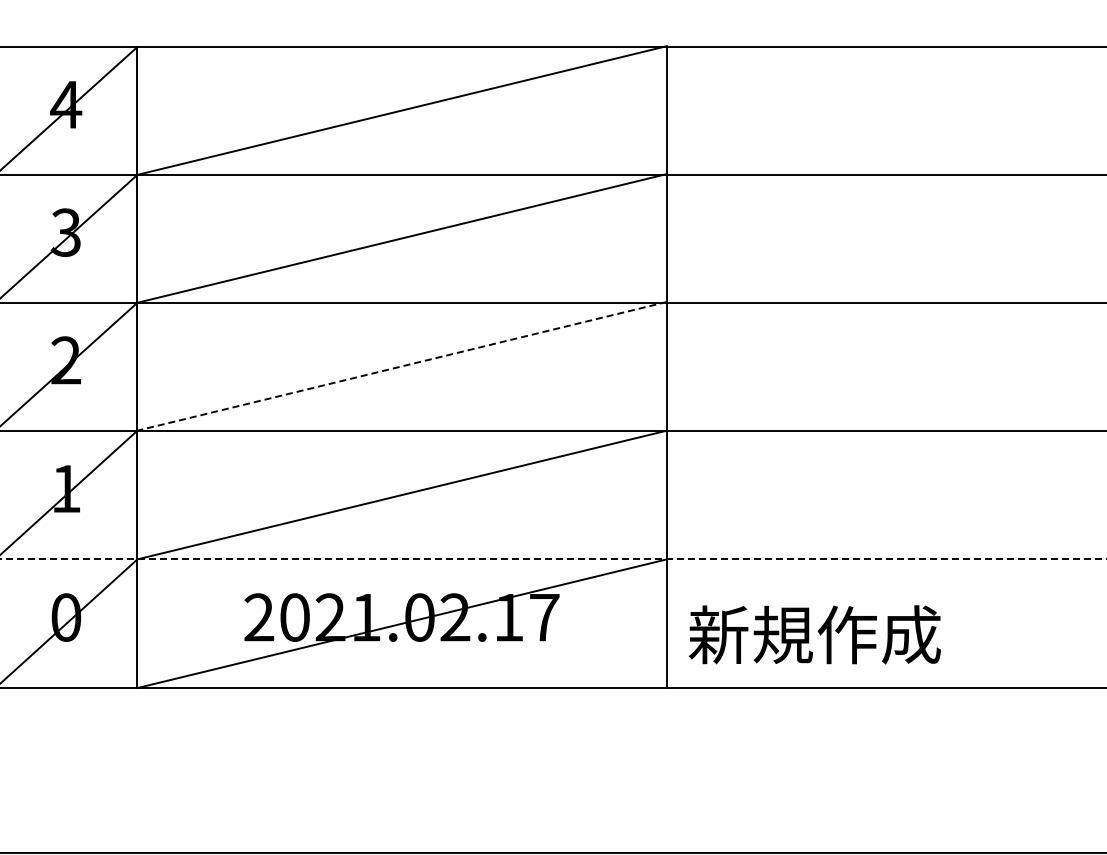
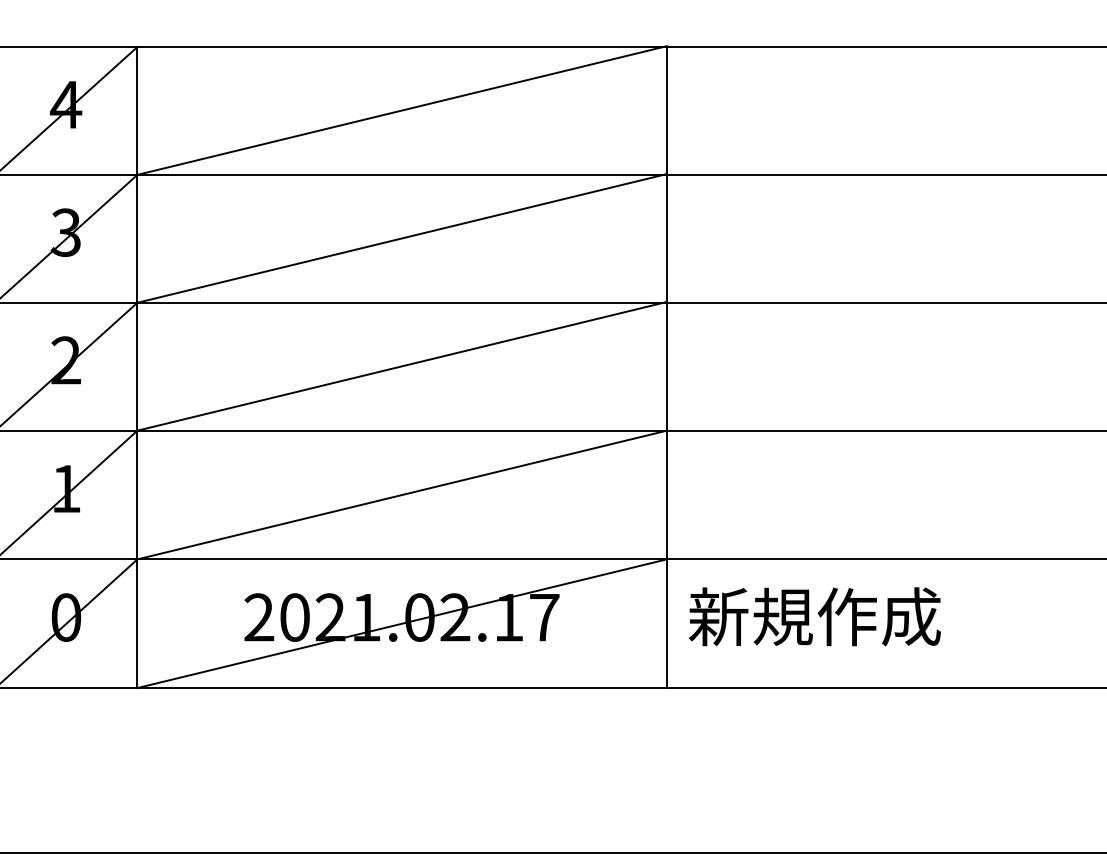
line at (401, 366): dashed -> solid
line at (553, 559): dashed -> solid
text at (814, 634) position: (814, 634) -> (814, 616)
